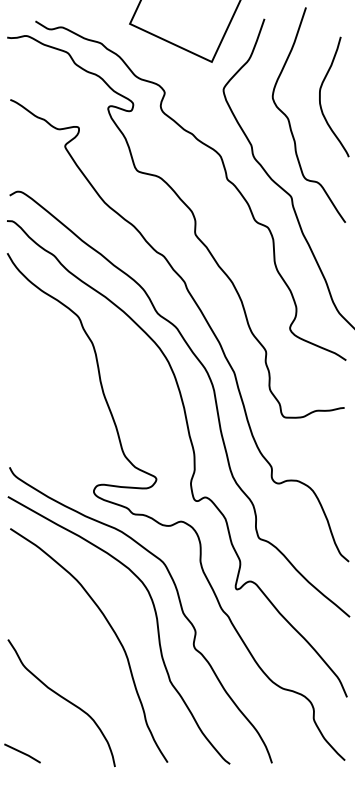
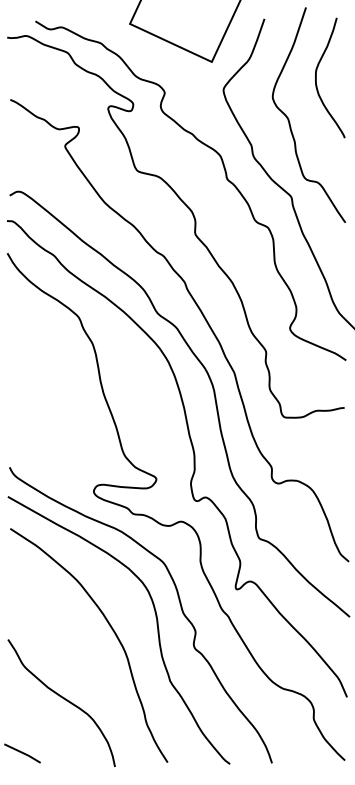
curve at (320, 96) position: (320, 96) -> (316, 77)
